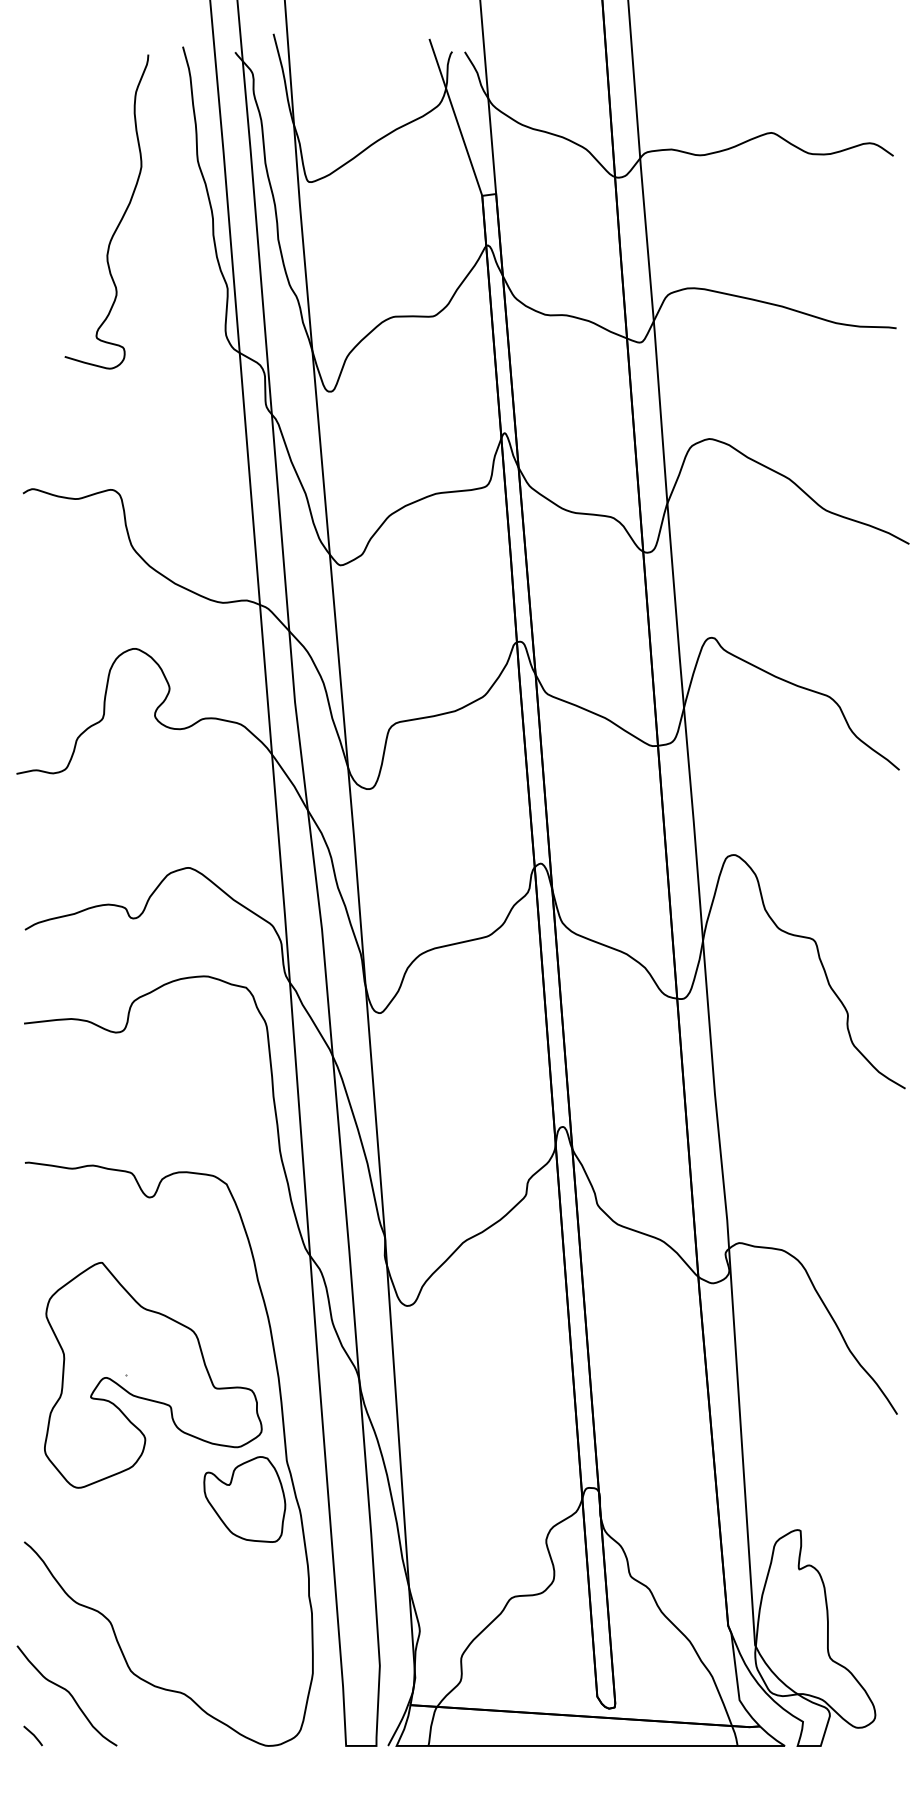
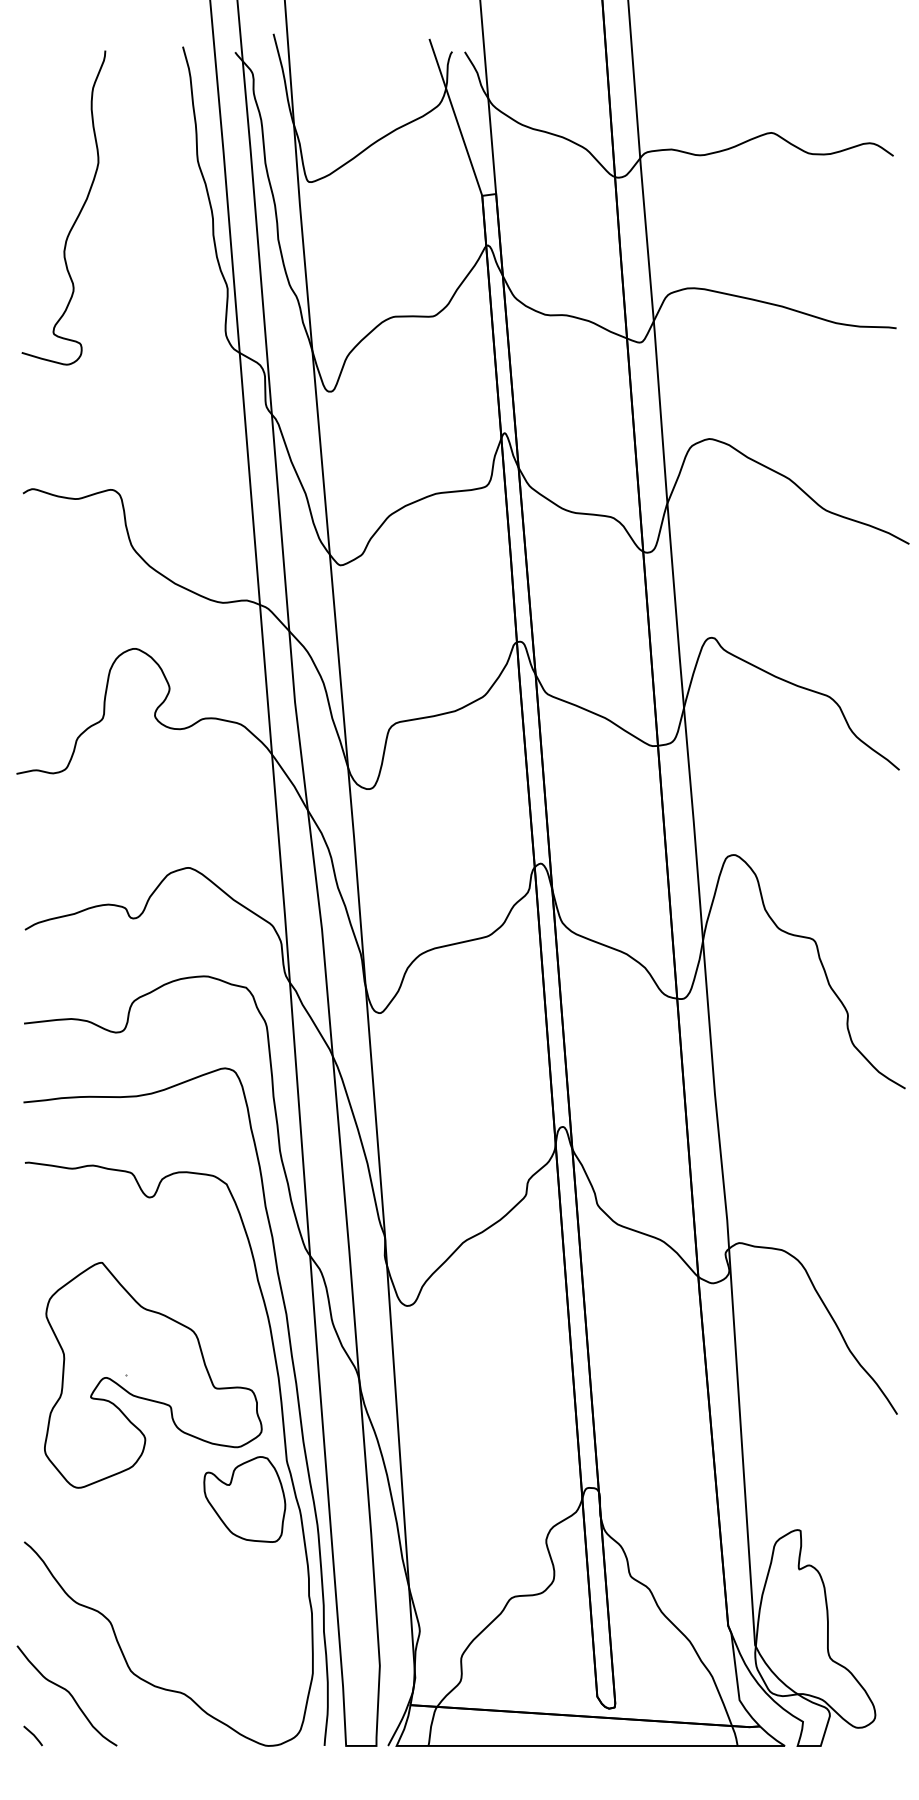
curve at (120, 219) position: (120, 219) -> (77, 215)
curve at (295, 1387): none -> present
